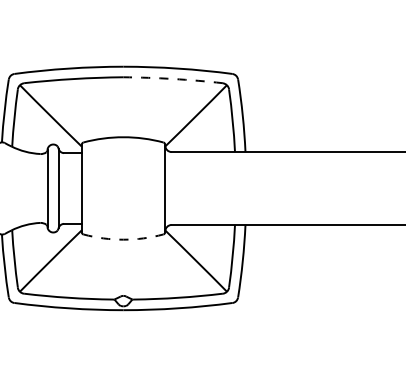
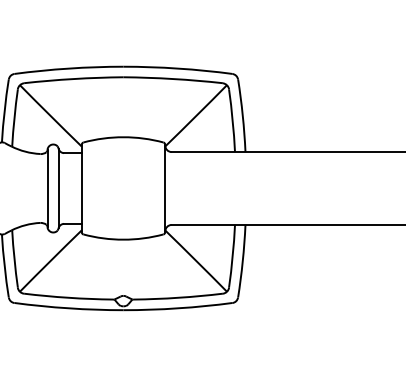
arc at (173, 79): dashed -> solid
arc at (123, 239): dashed -> solid
